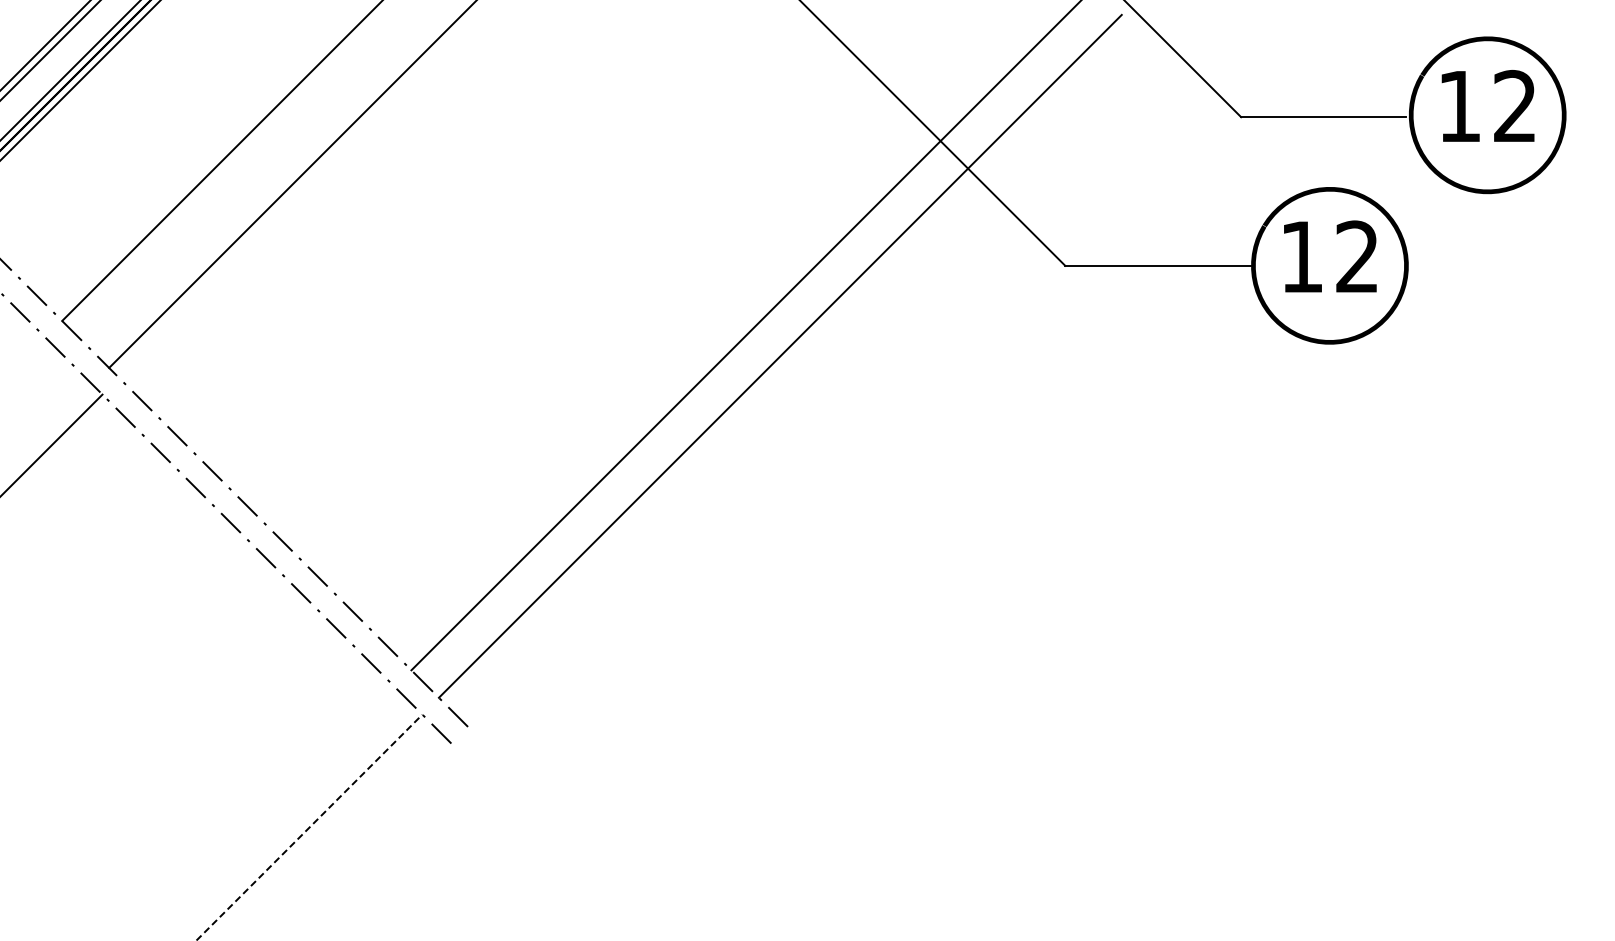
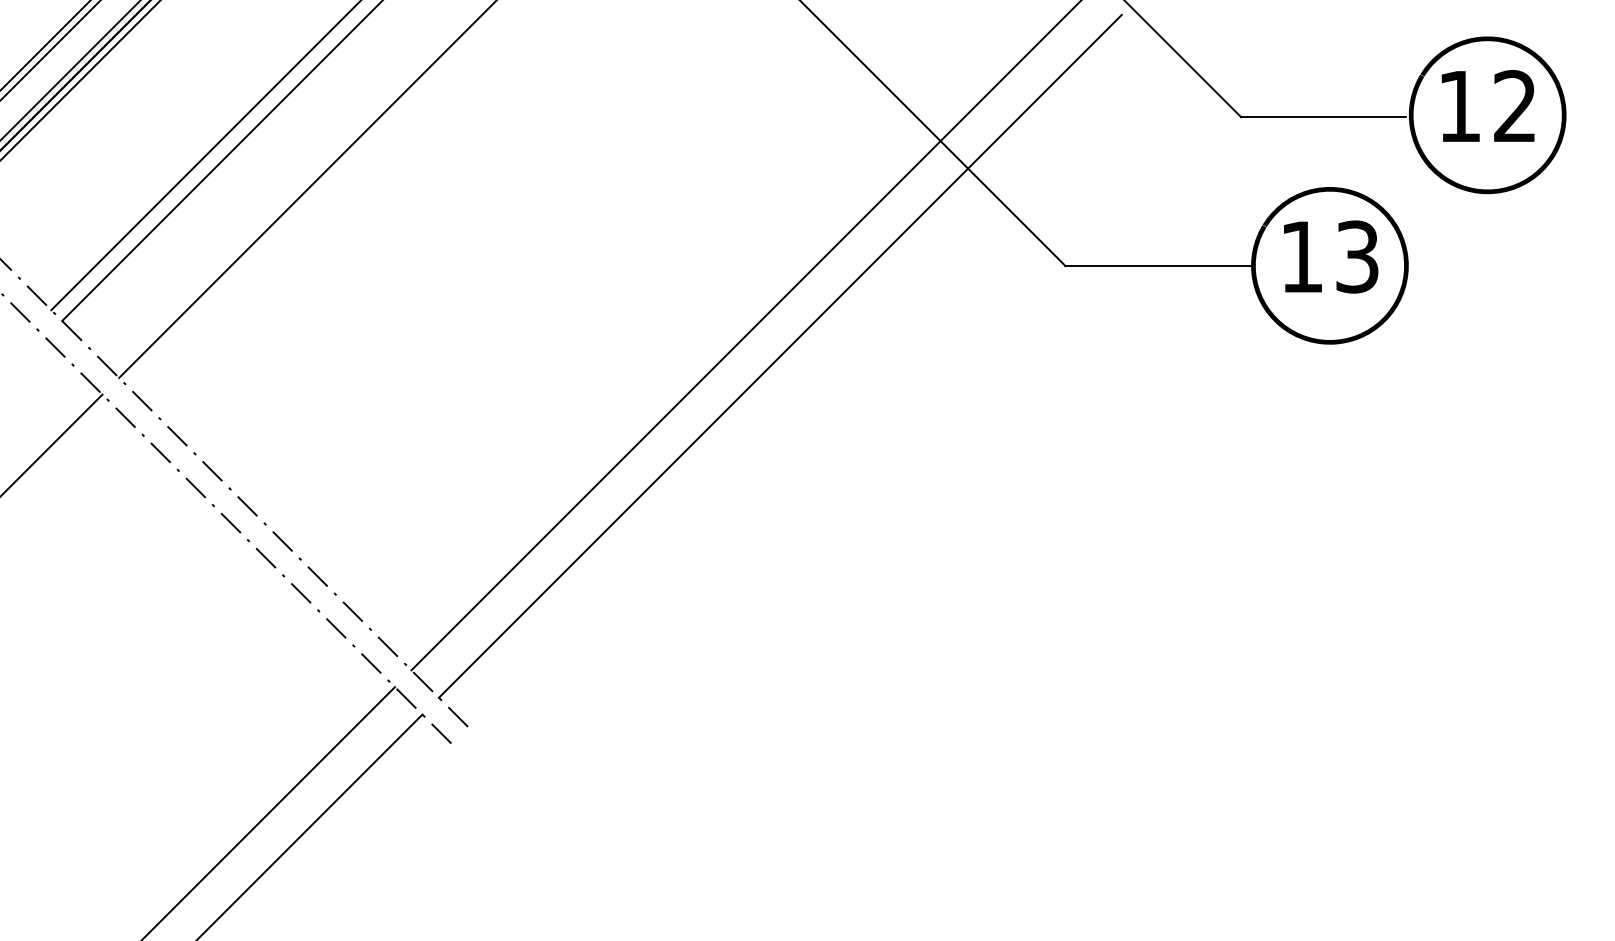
line at (204, 156): none -> present
line at (291, 184) position: (291, 184) -> (306, 189)
text at (1357, 256): 12 -> 13
line at (269, 812): none -> present
line at (309, 827): dashed -> solid
